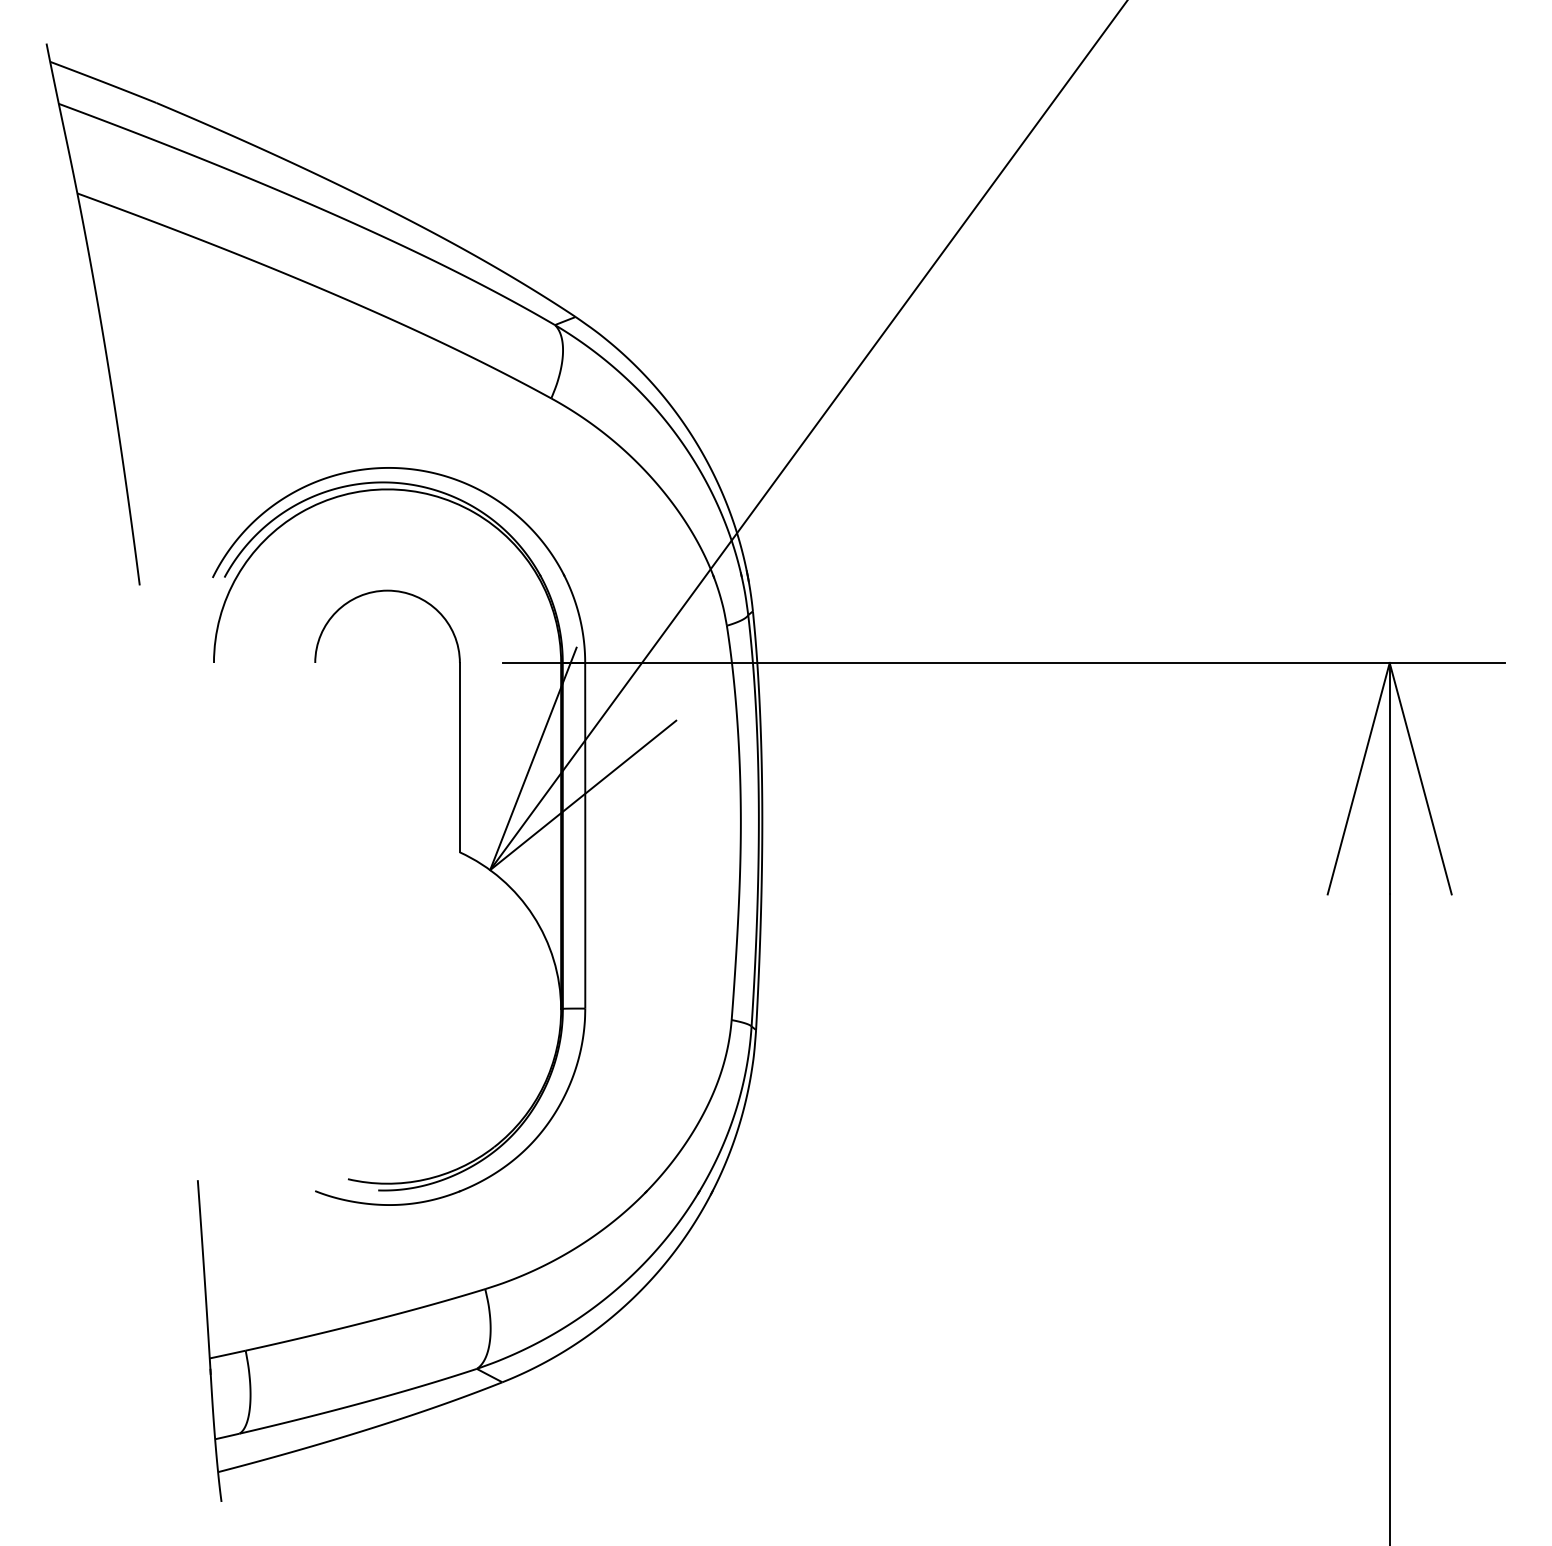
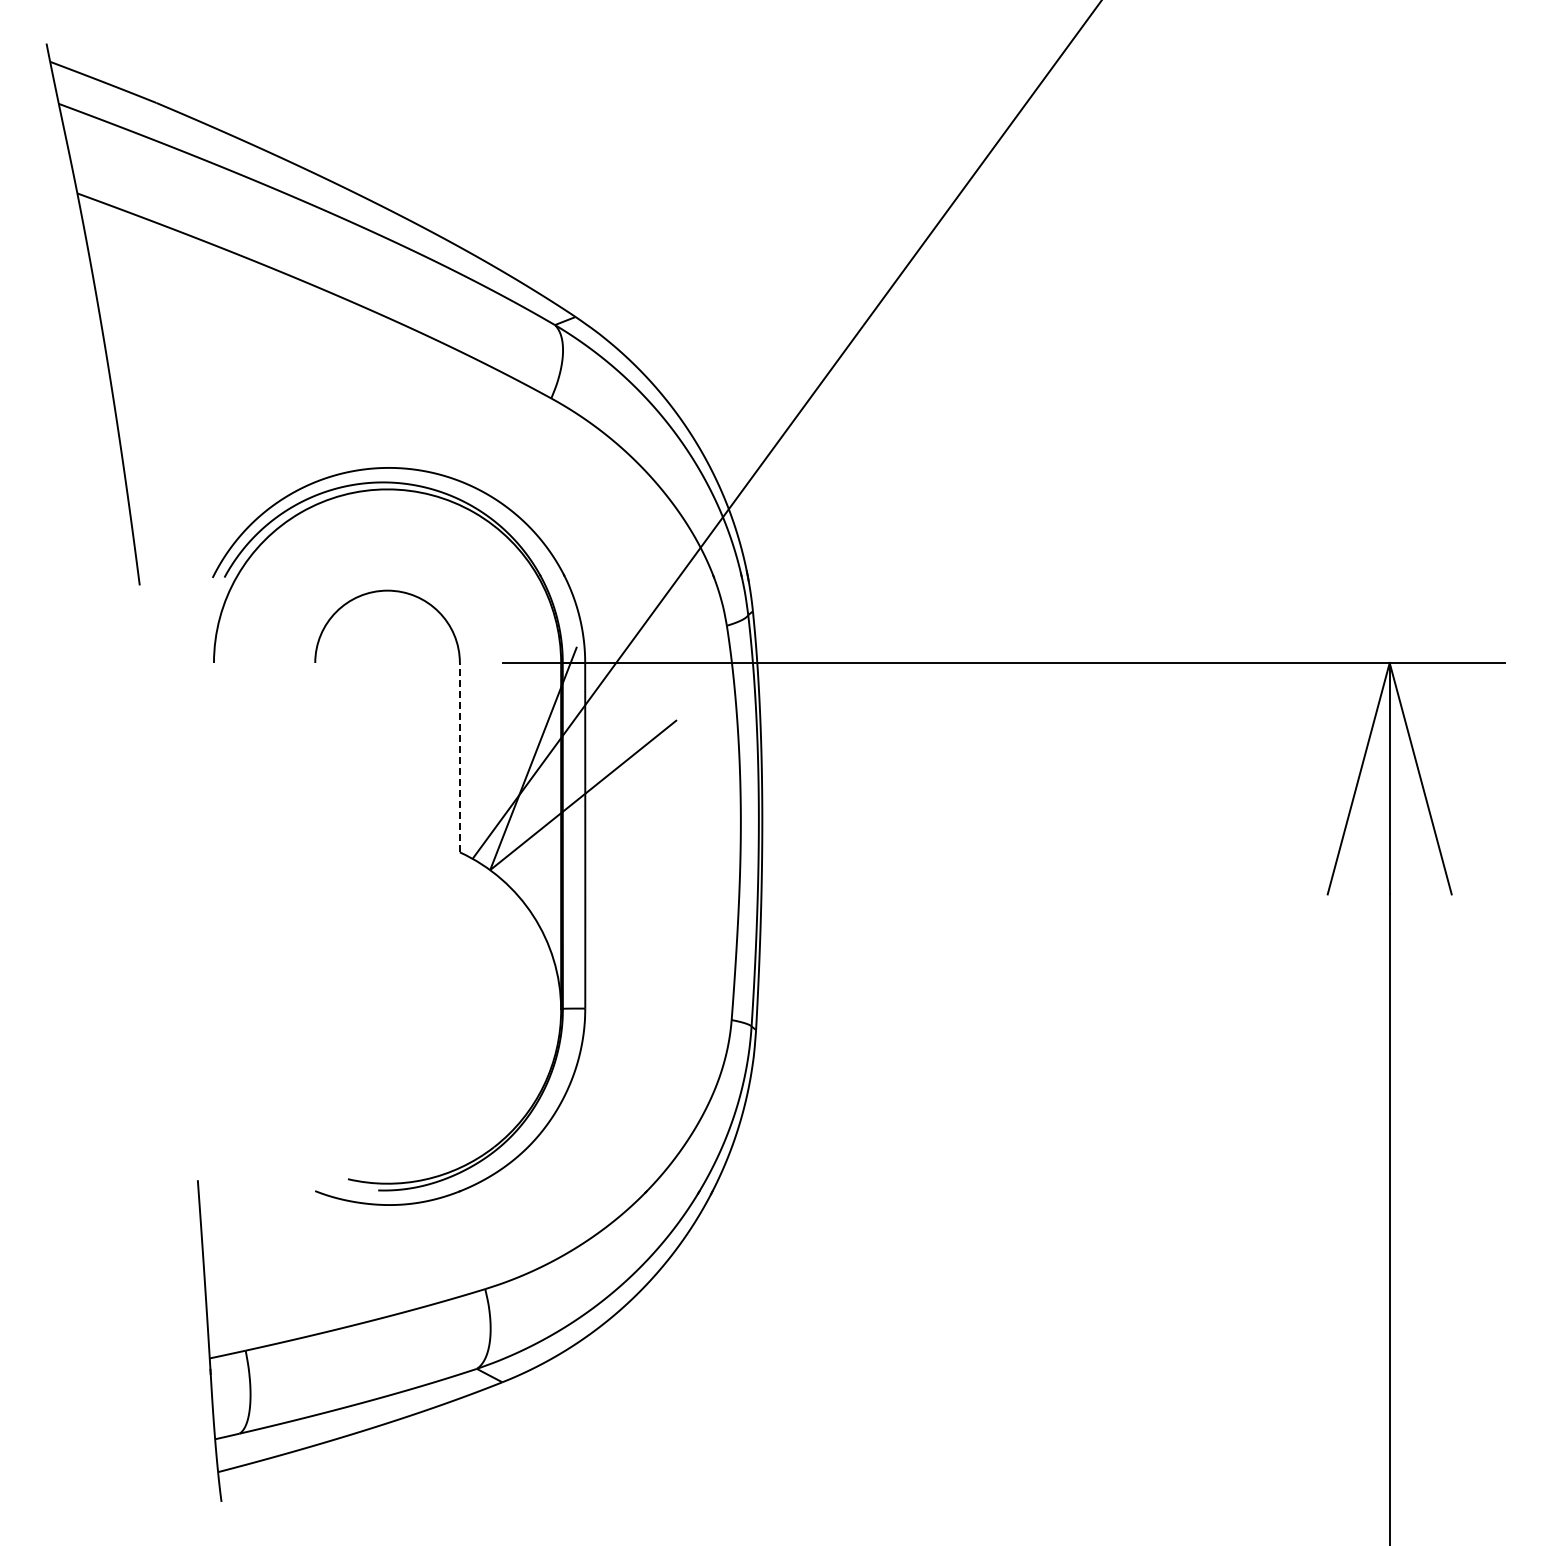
line at (807, 436) position: (807, 436) -> (786, 430)
line at (459, 757): solid -> dashed
